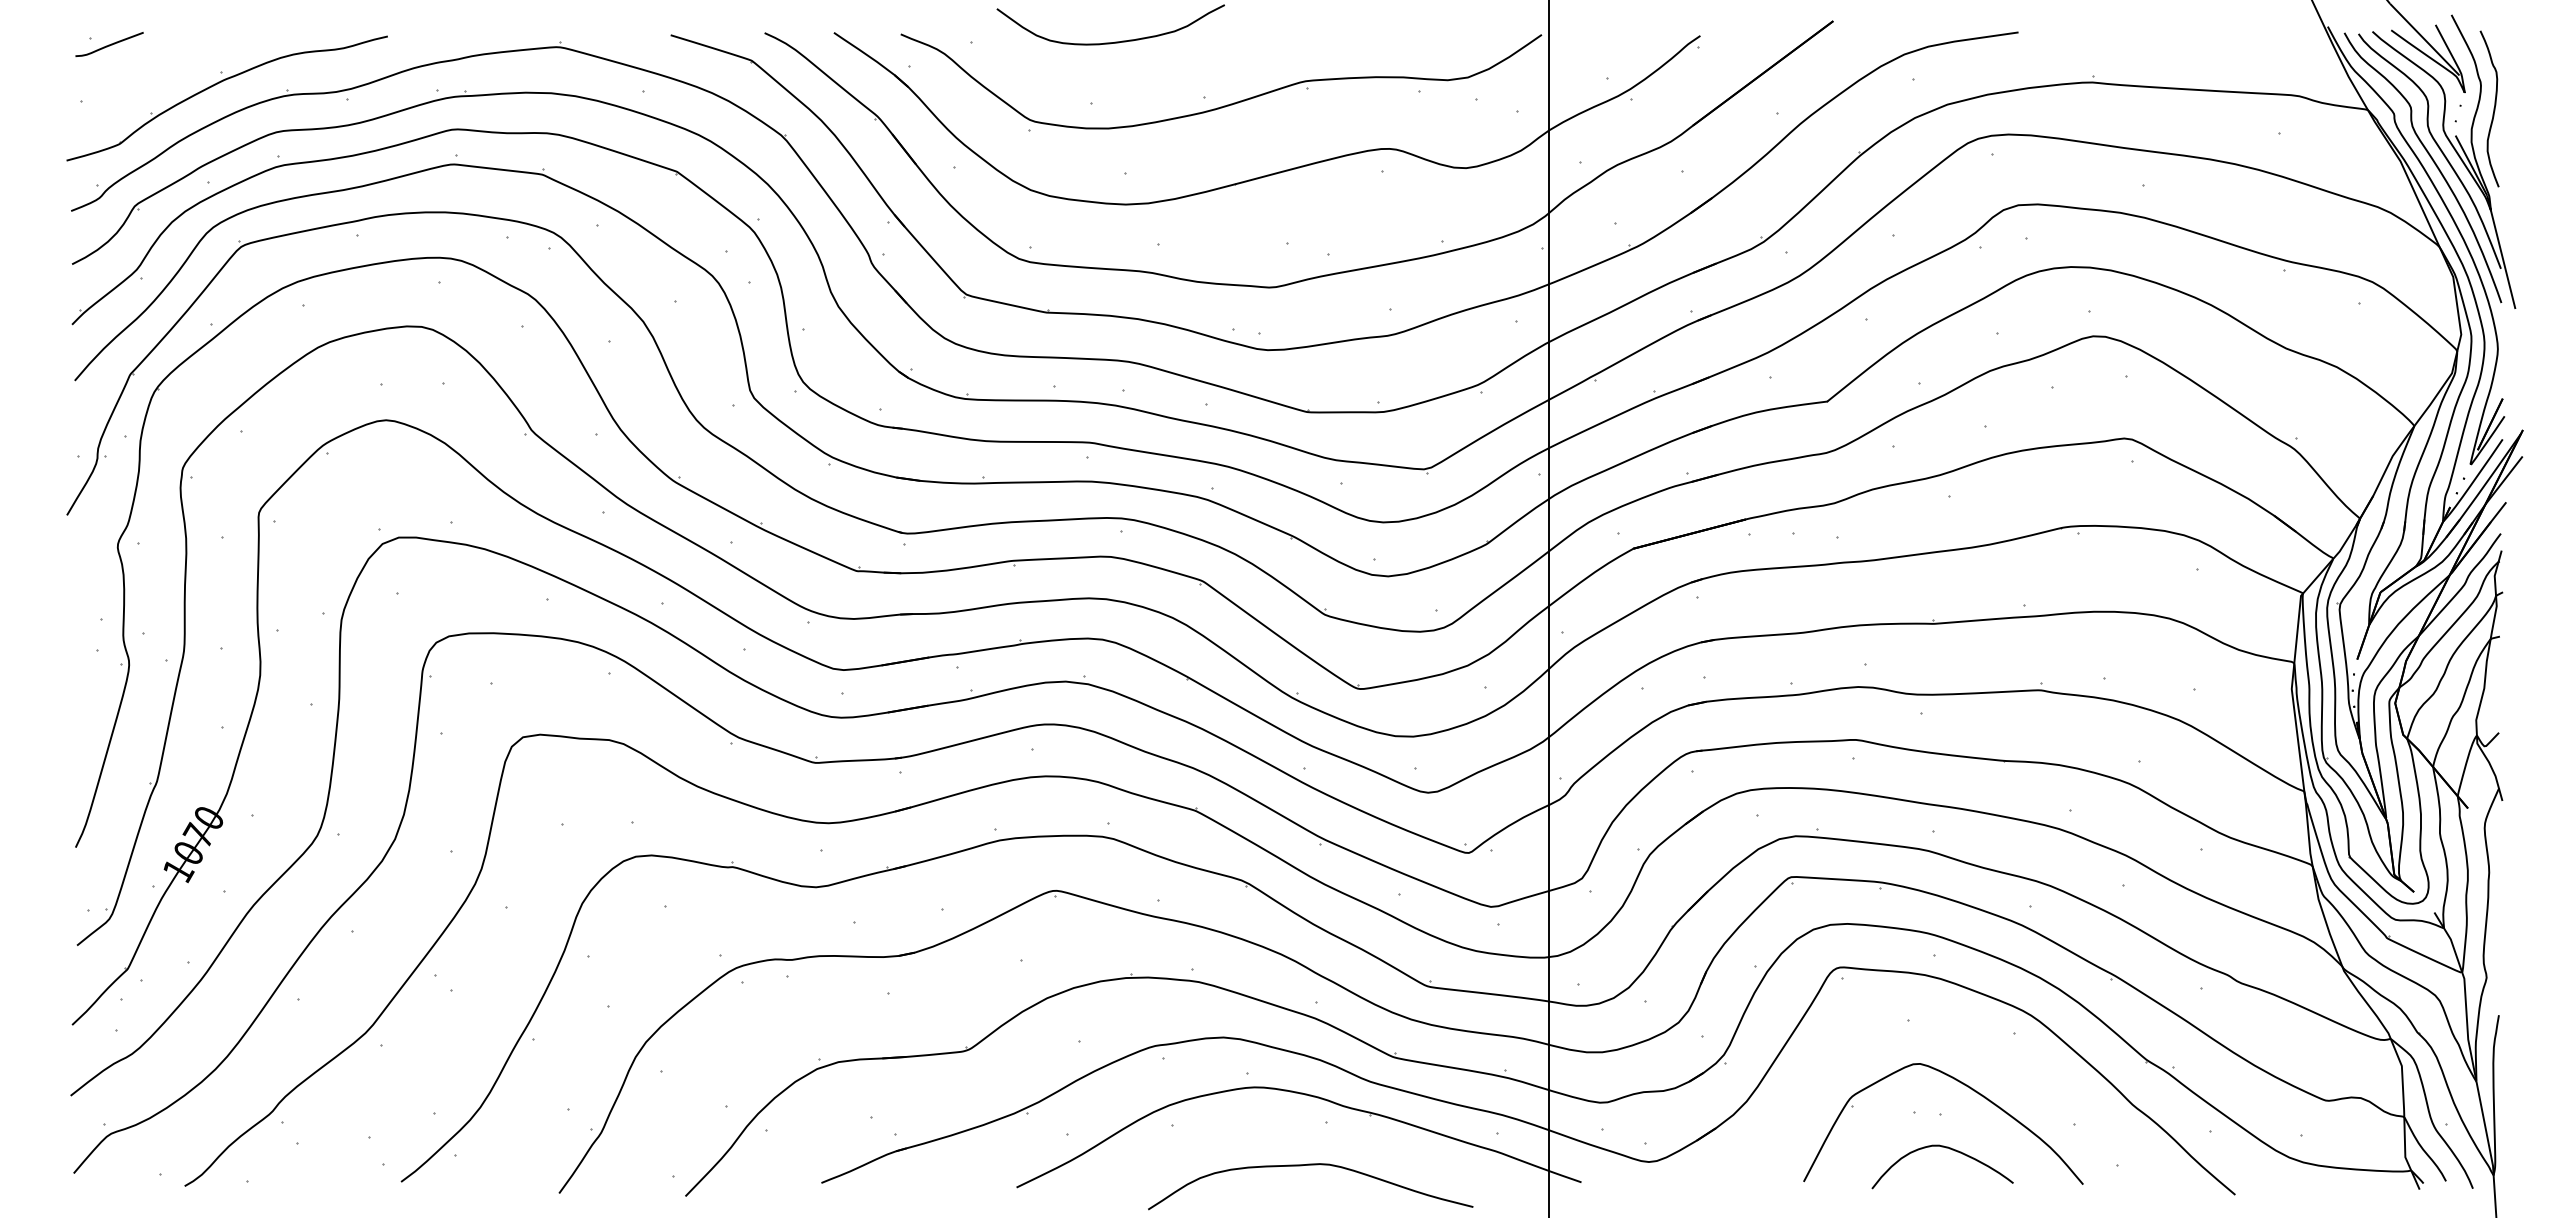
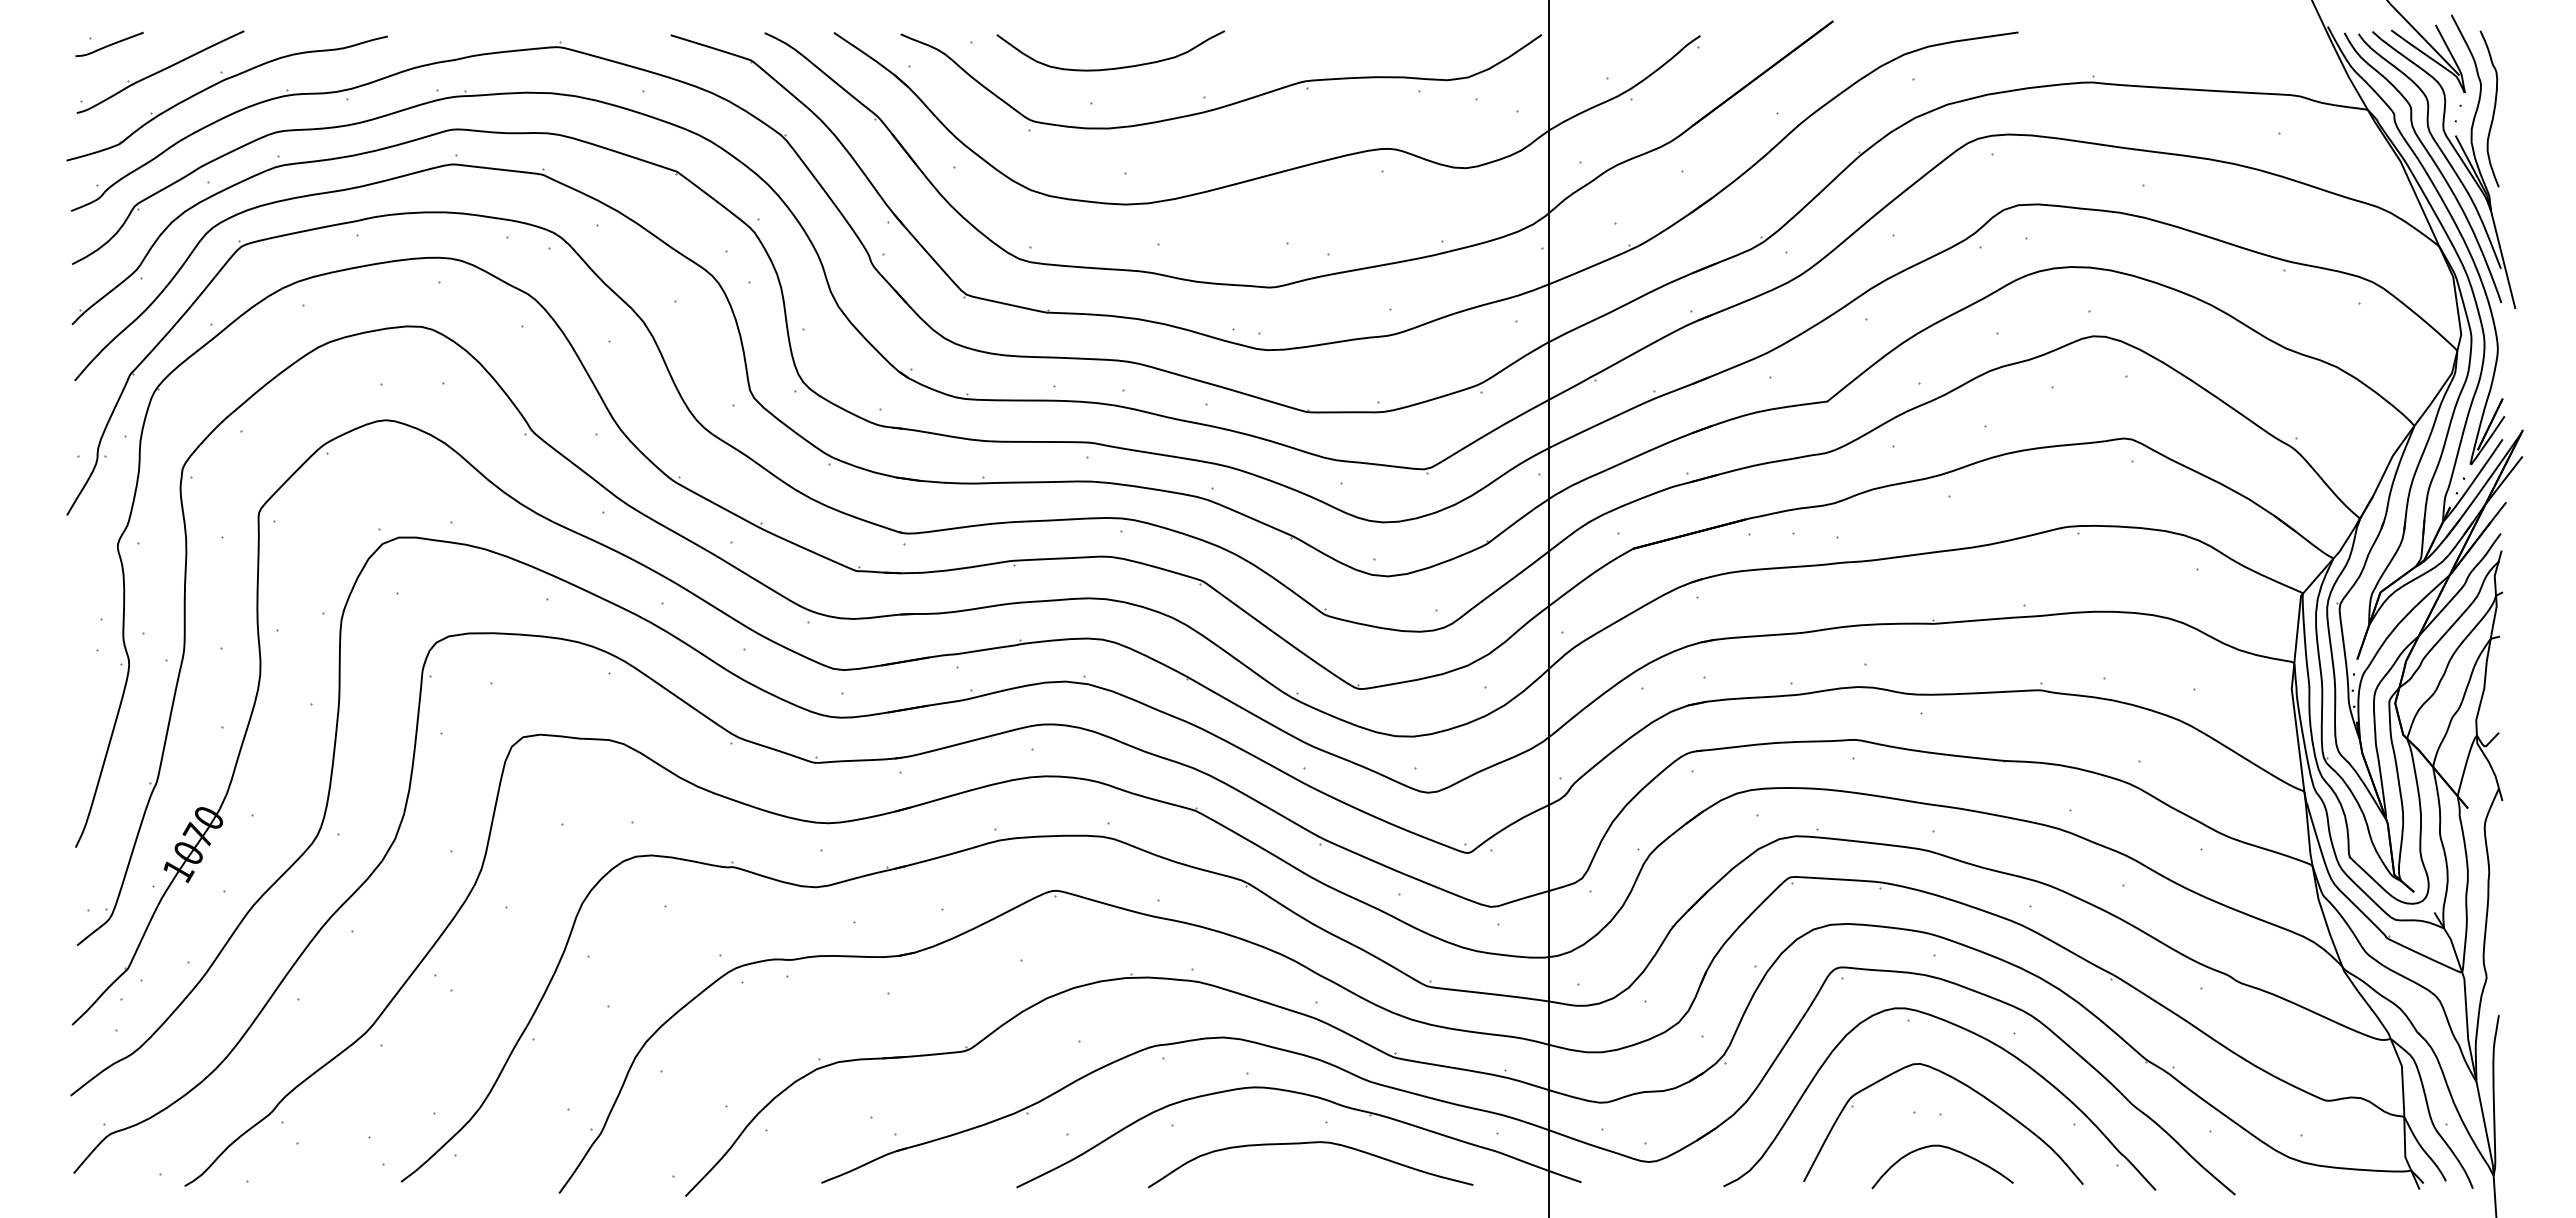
curve at (1115, 41) position: (1115, 41) -> (1115, 67)
part at (160, 71): none -> present
curve at (1969, 1032): none -> present
curve at (1310, 1165) position: (1310, 1165) -> (1310, 1143)
